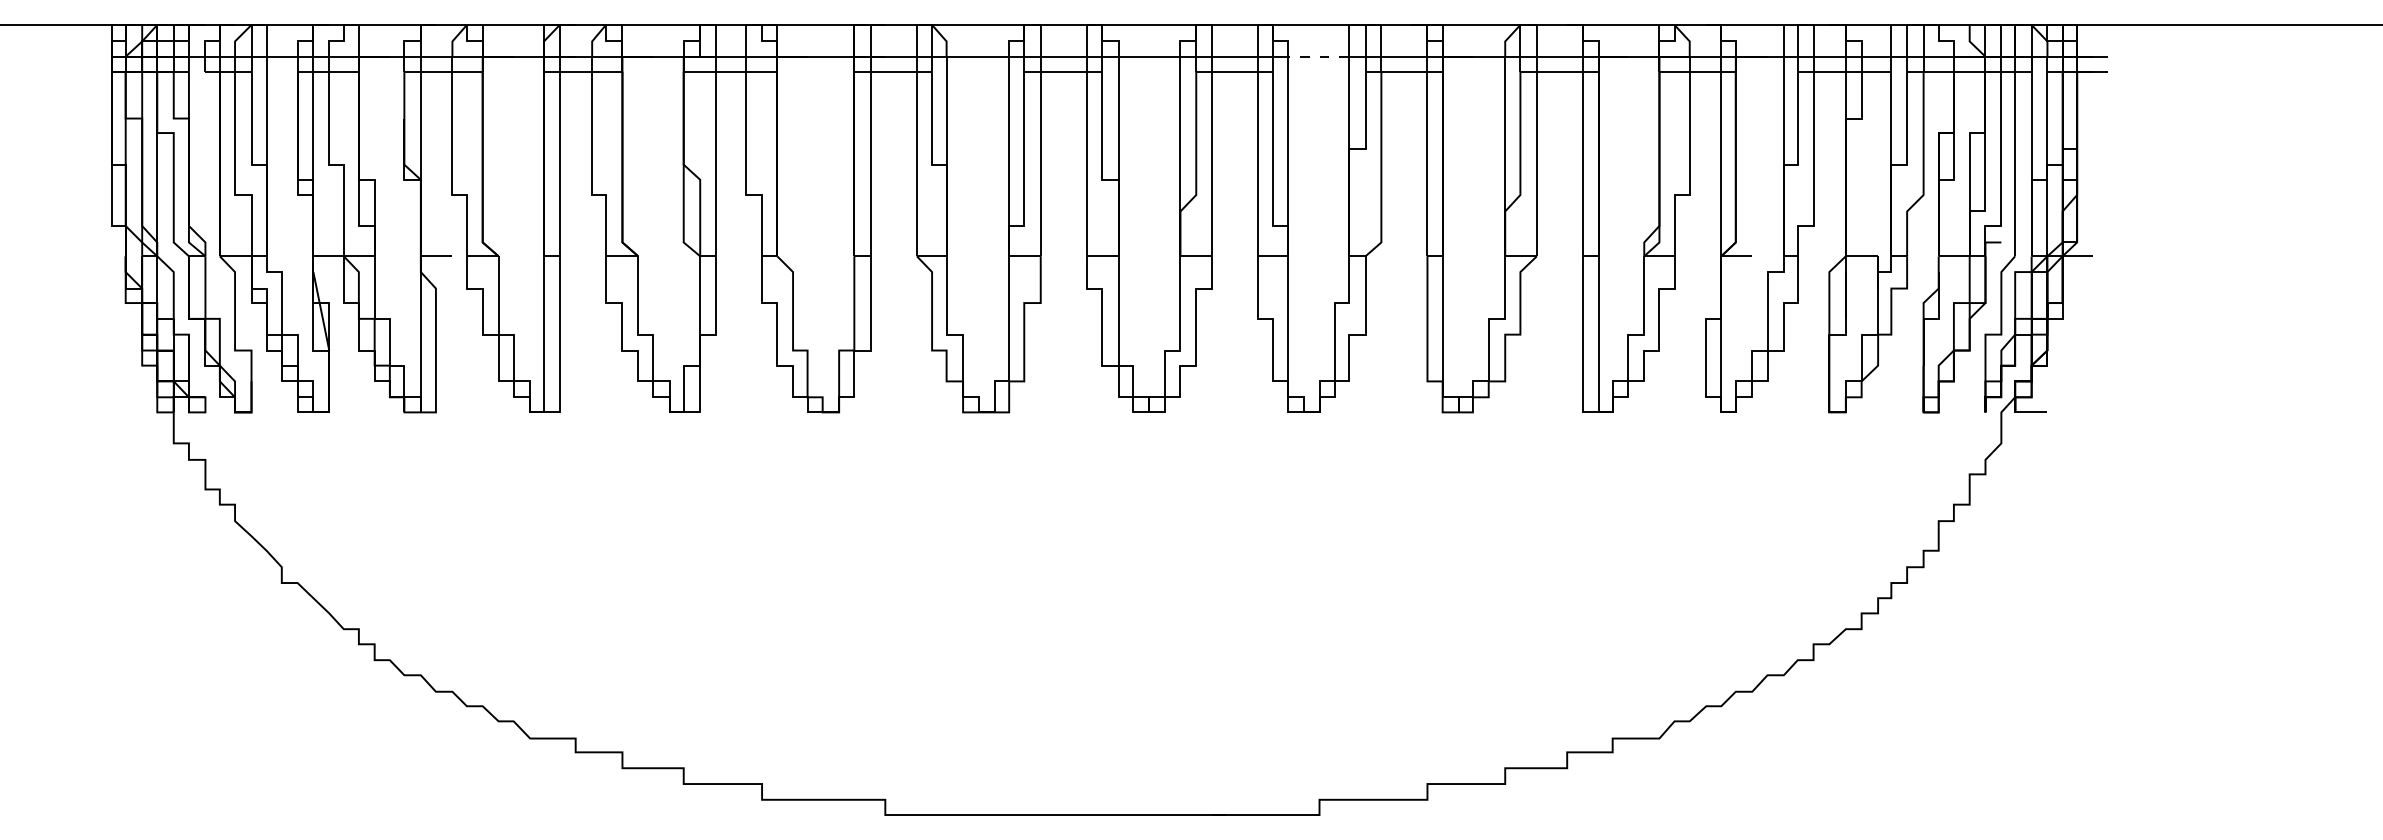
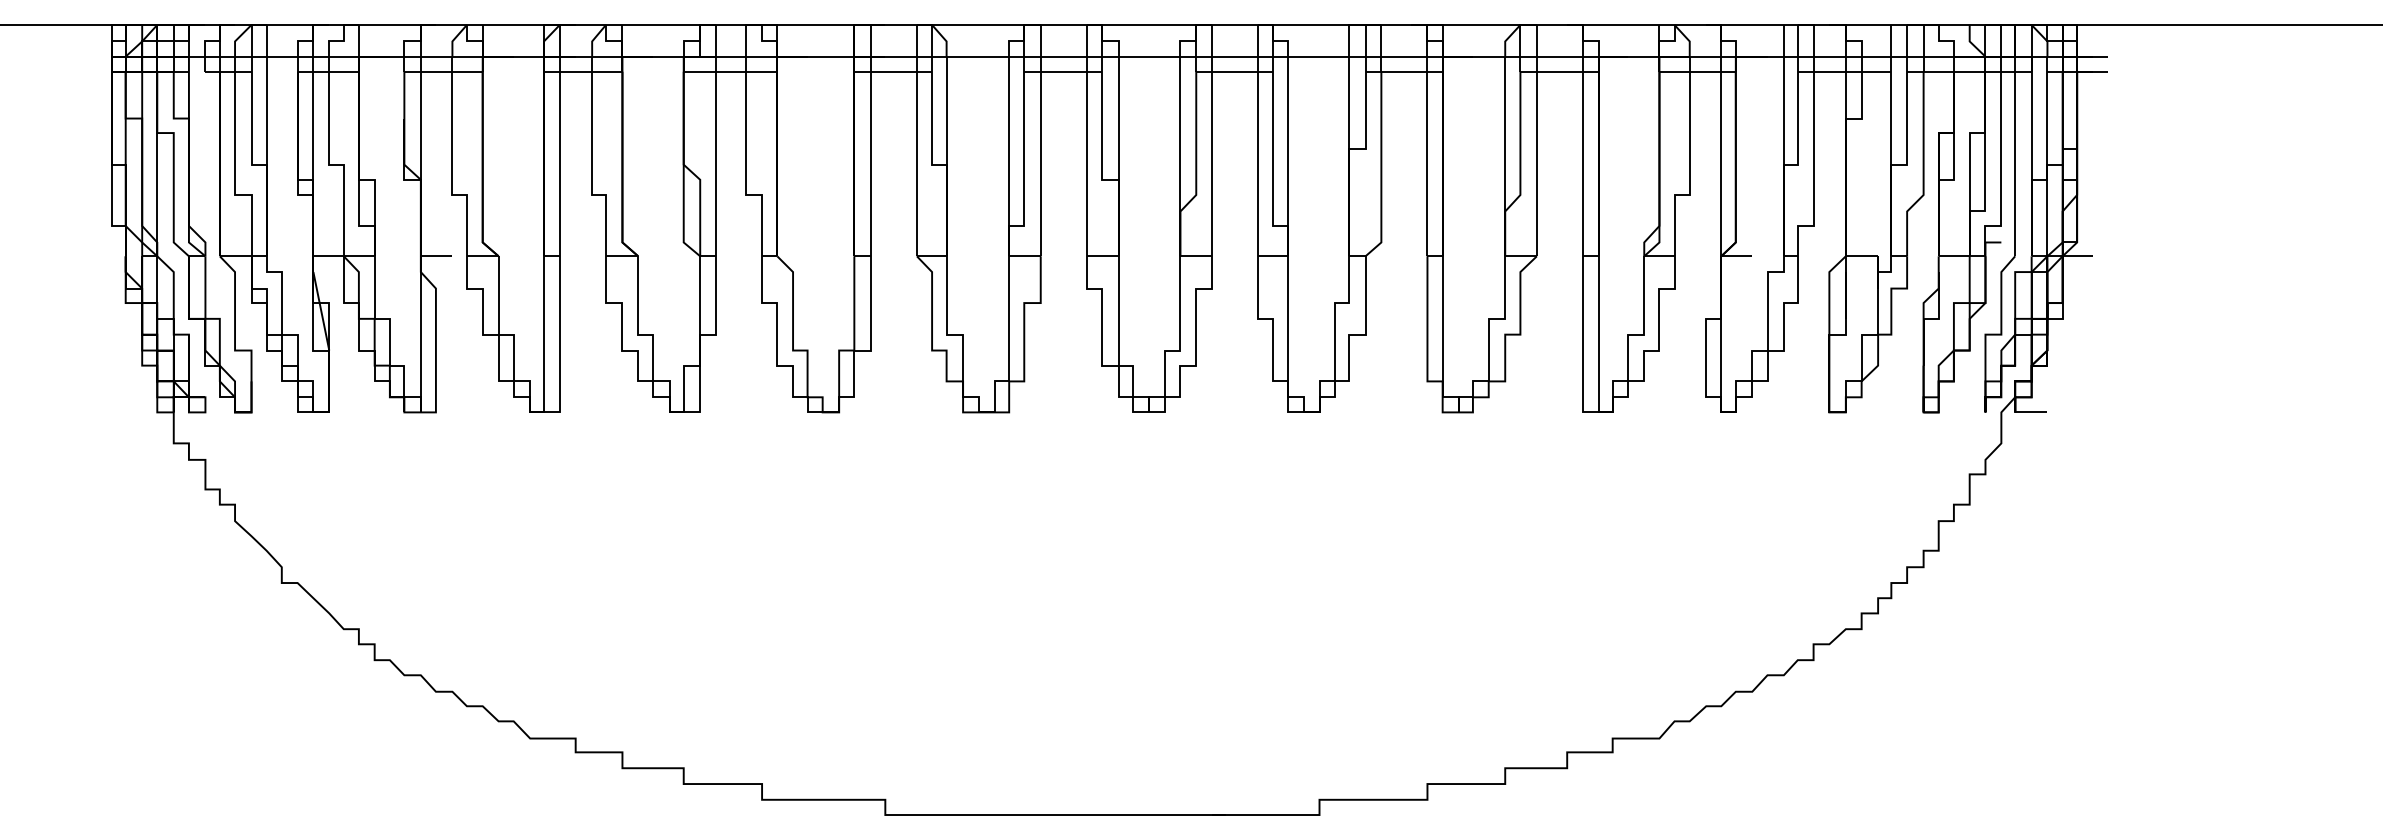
line at (1318, 56): dashed -> solid
